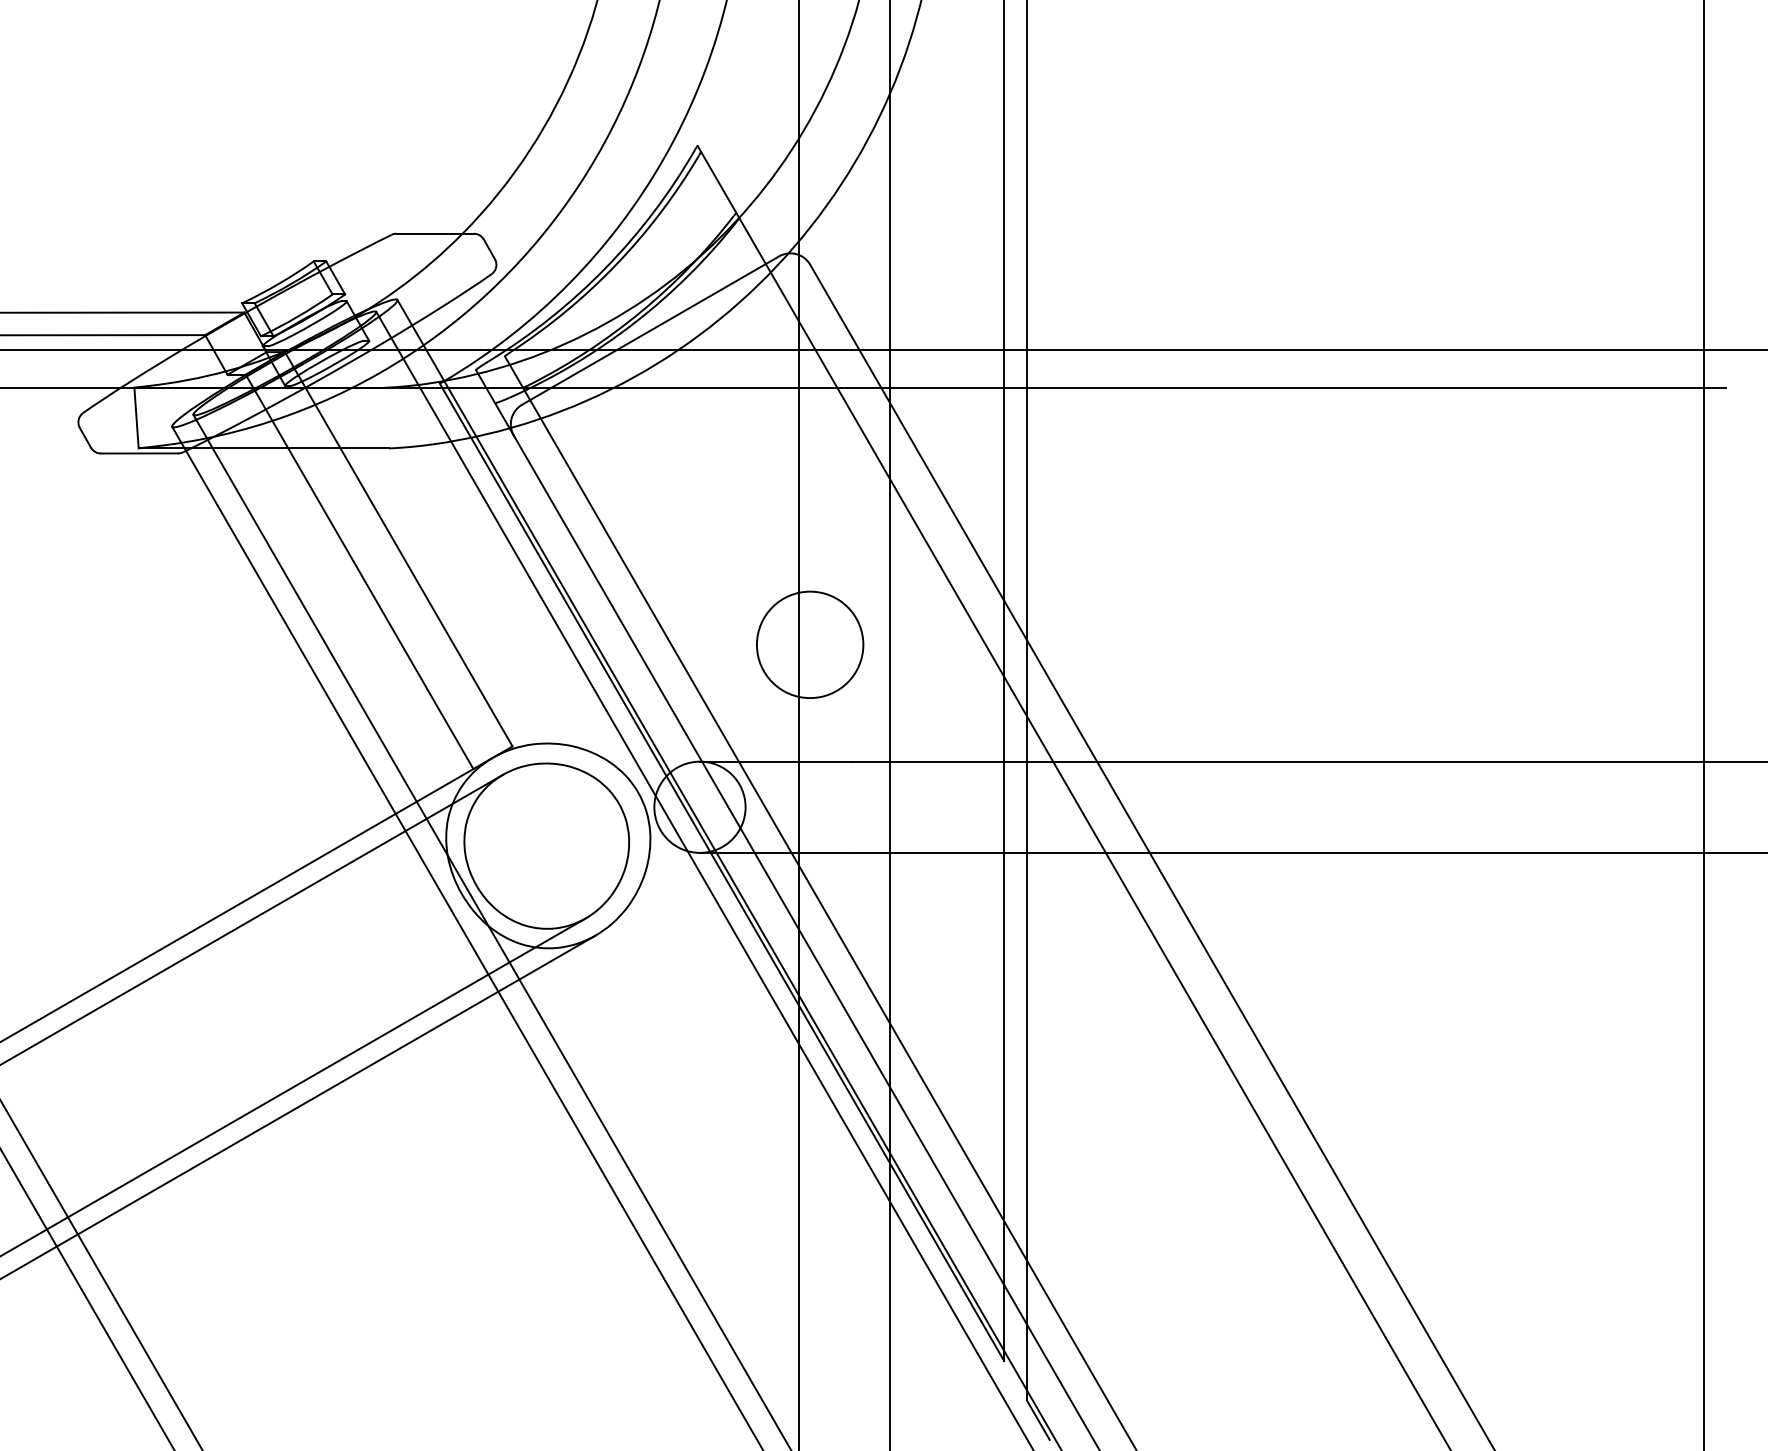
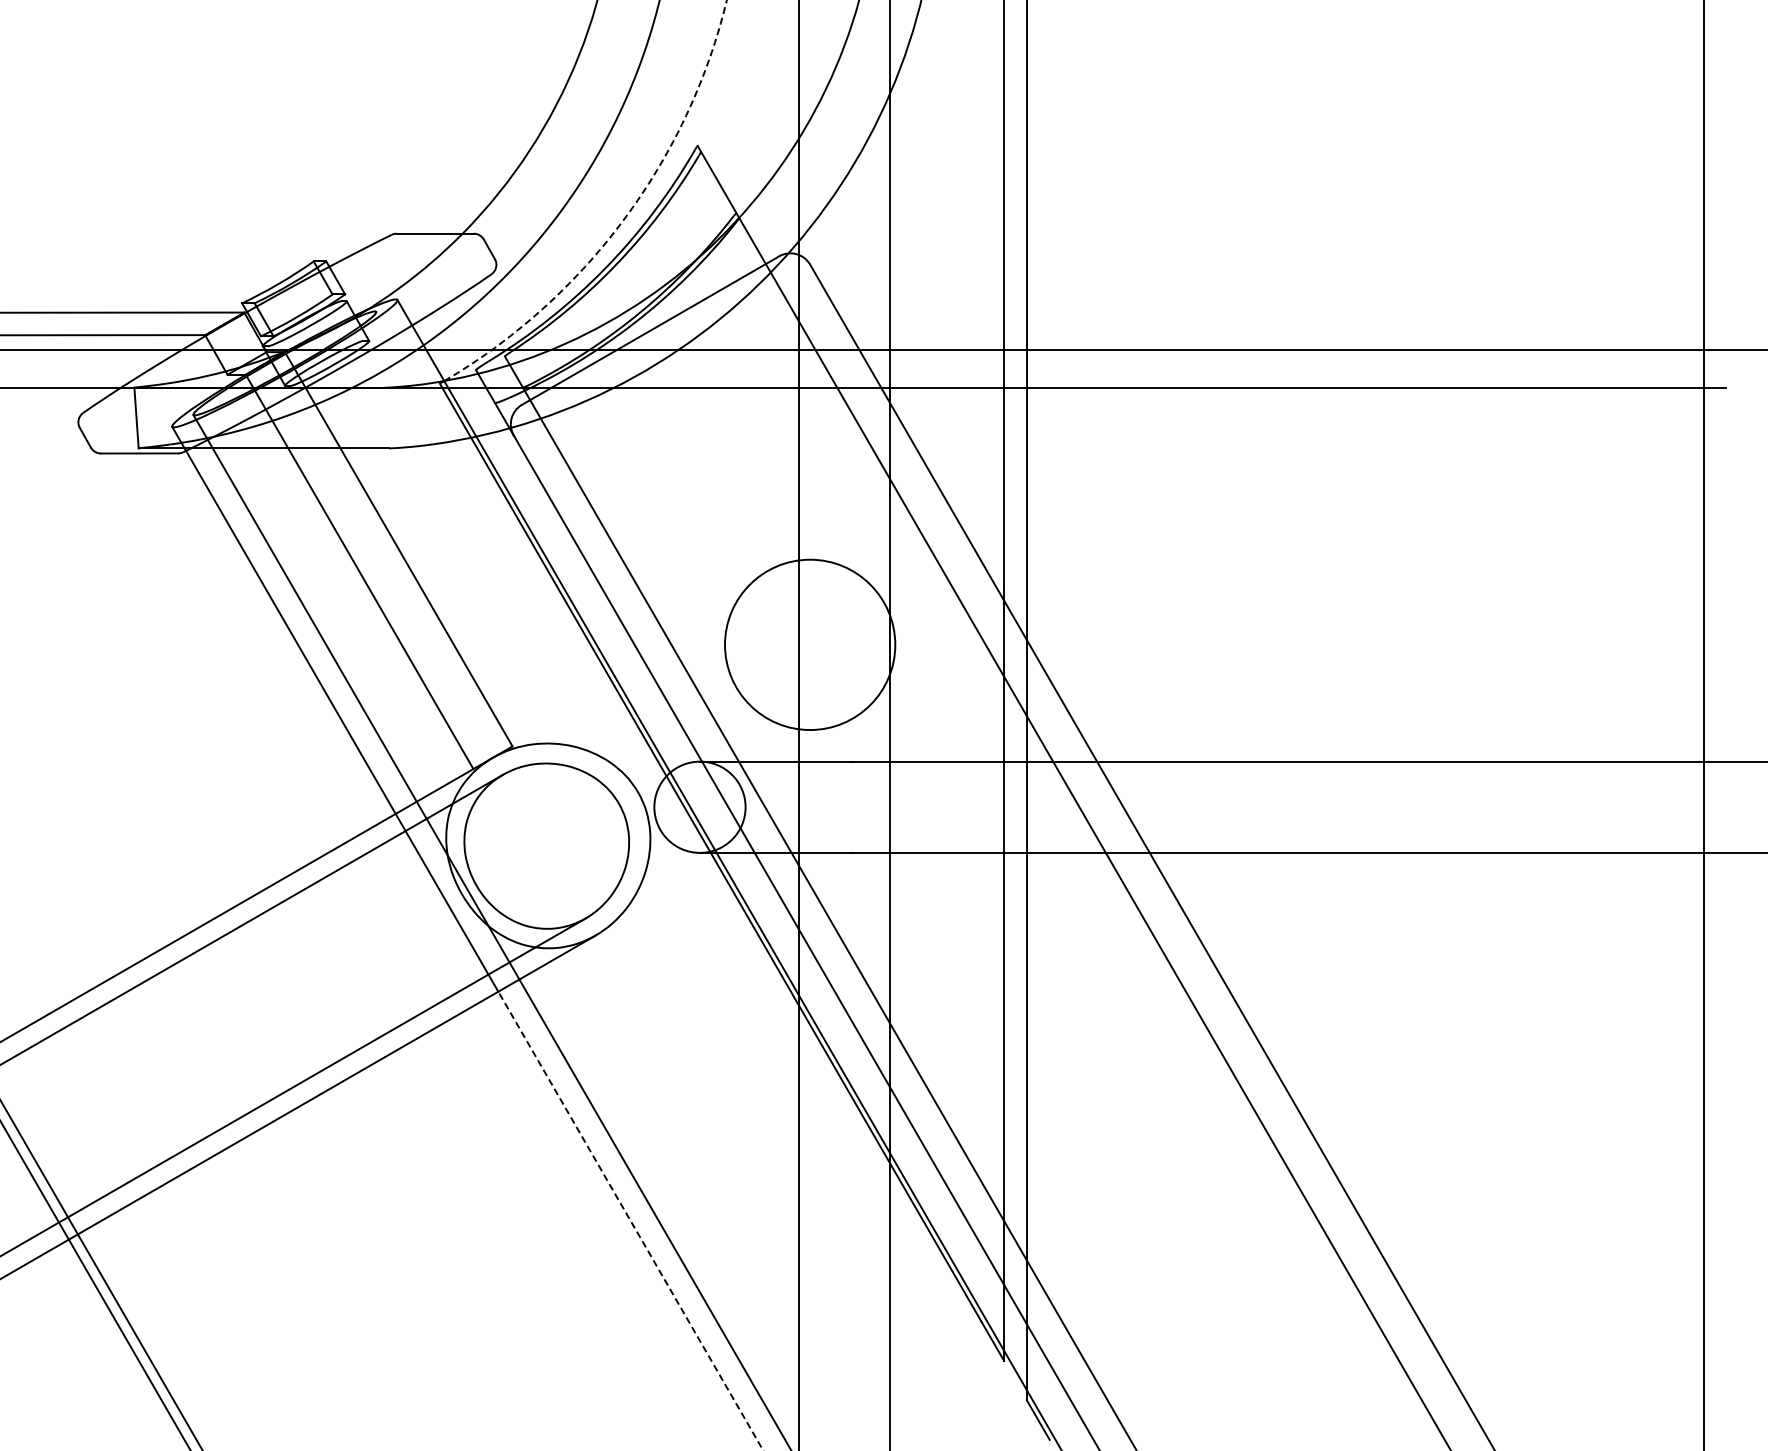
arc at (624, 218): solid -> dashed
circle at (809, 644) diameter: 106 px -> 170 px
line at (703, 879): present -> none
line at (630, 1220): solid -> dashed
line at (87, 1299) position: (87, 1299) -> (95, 1285)
